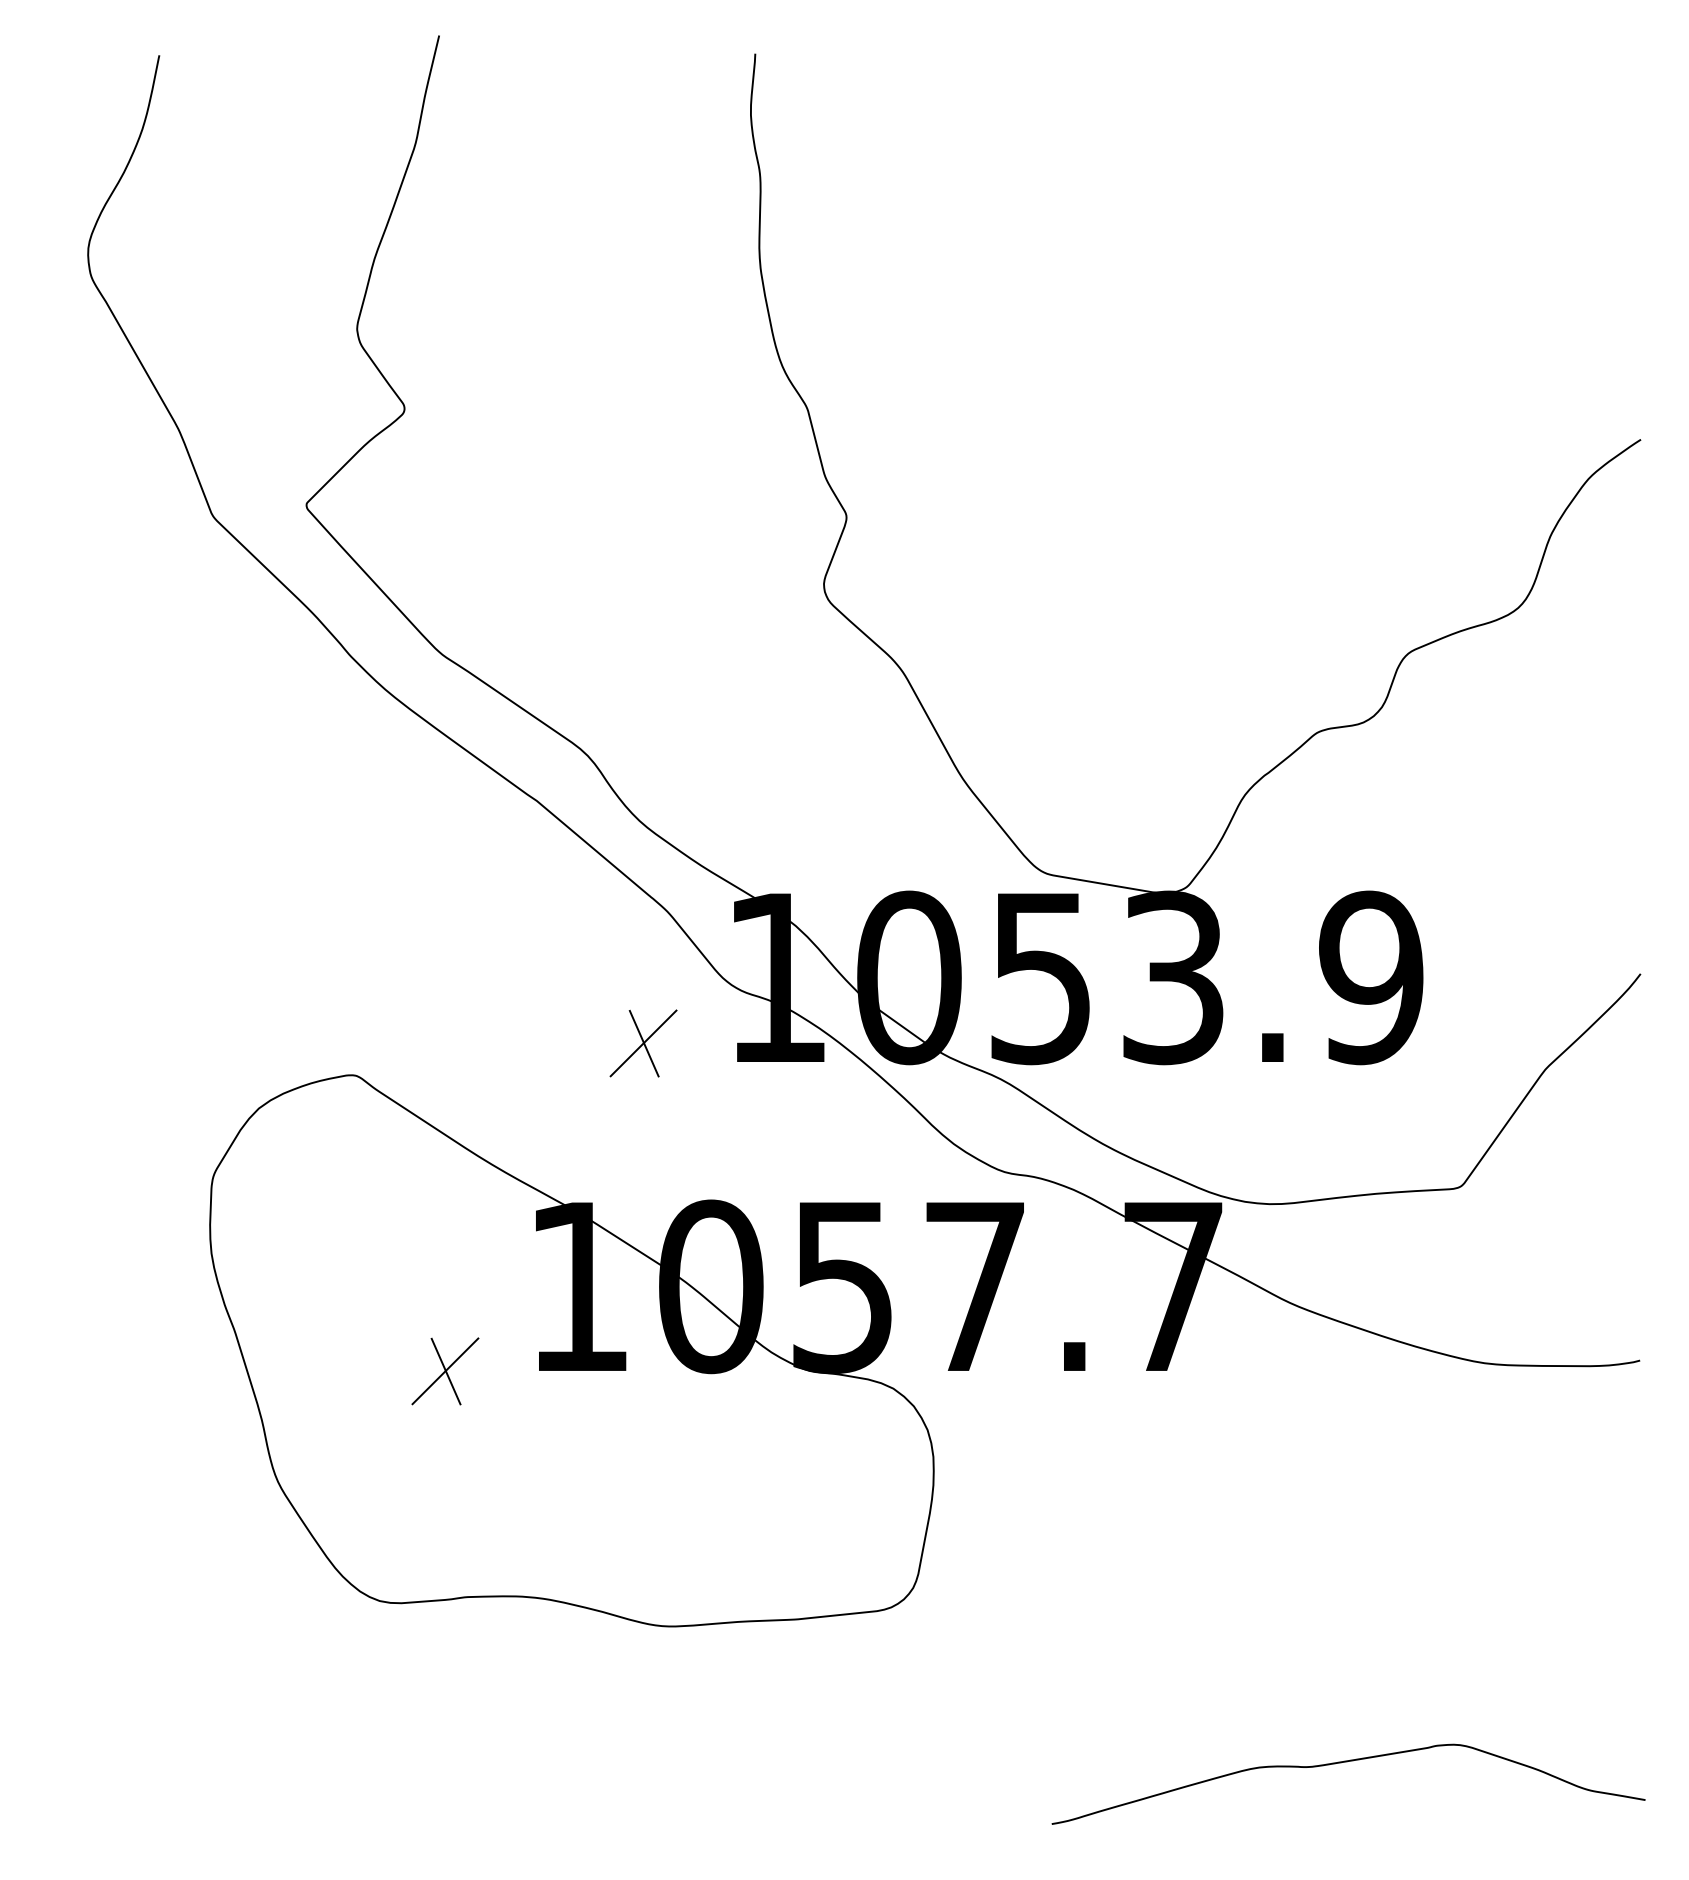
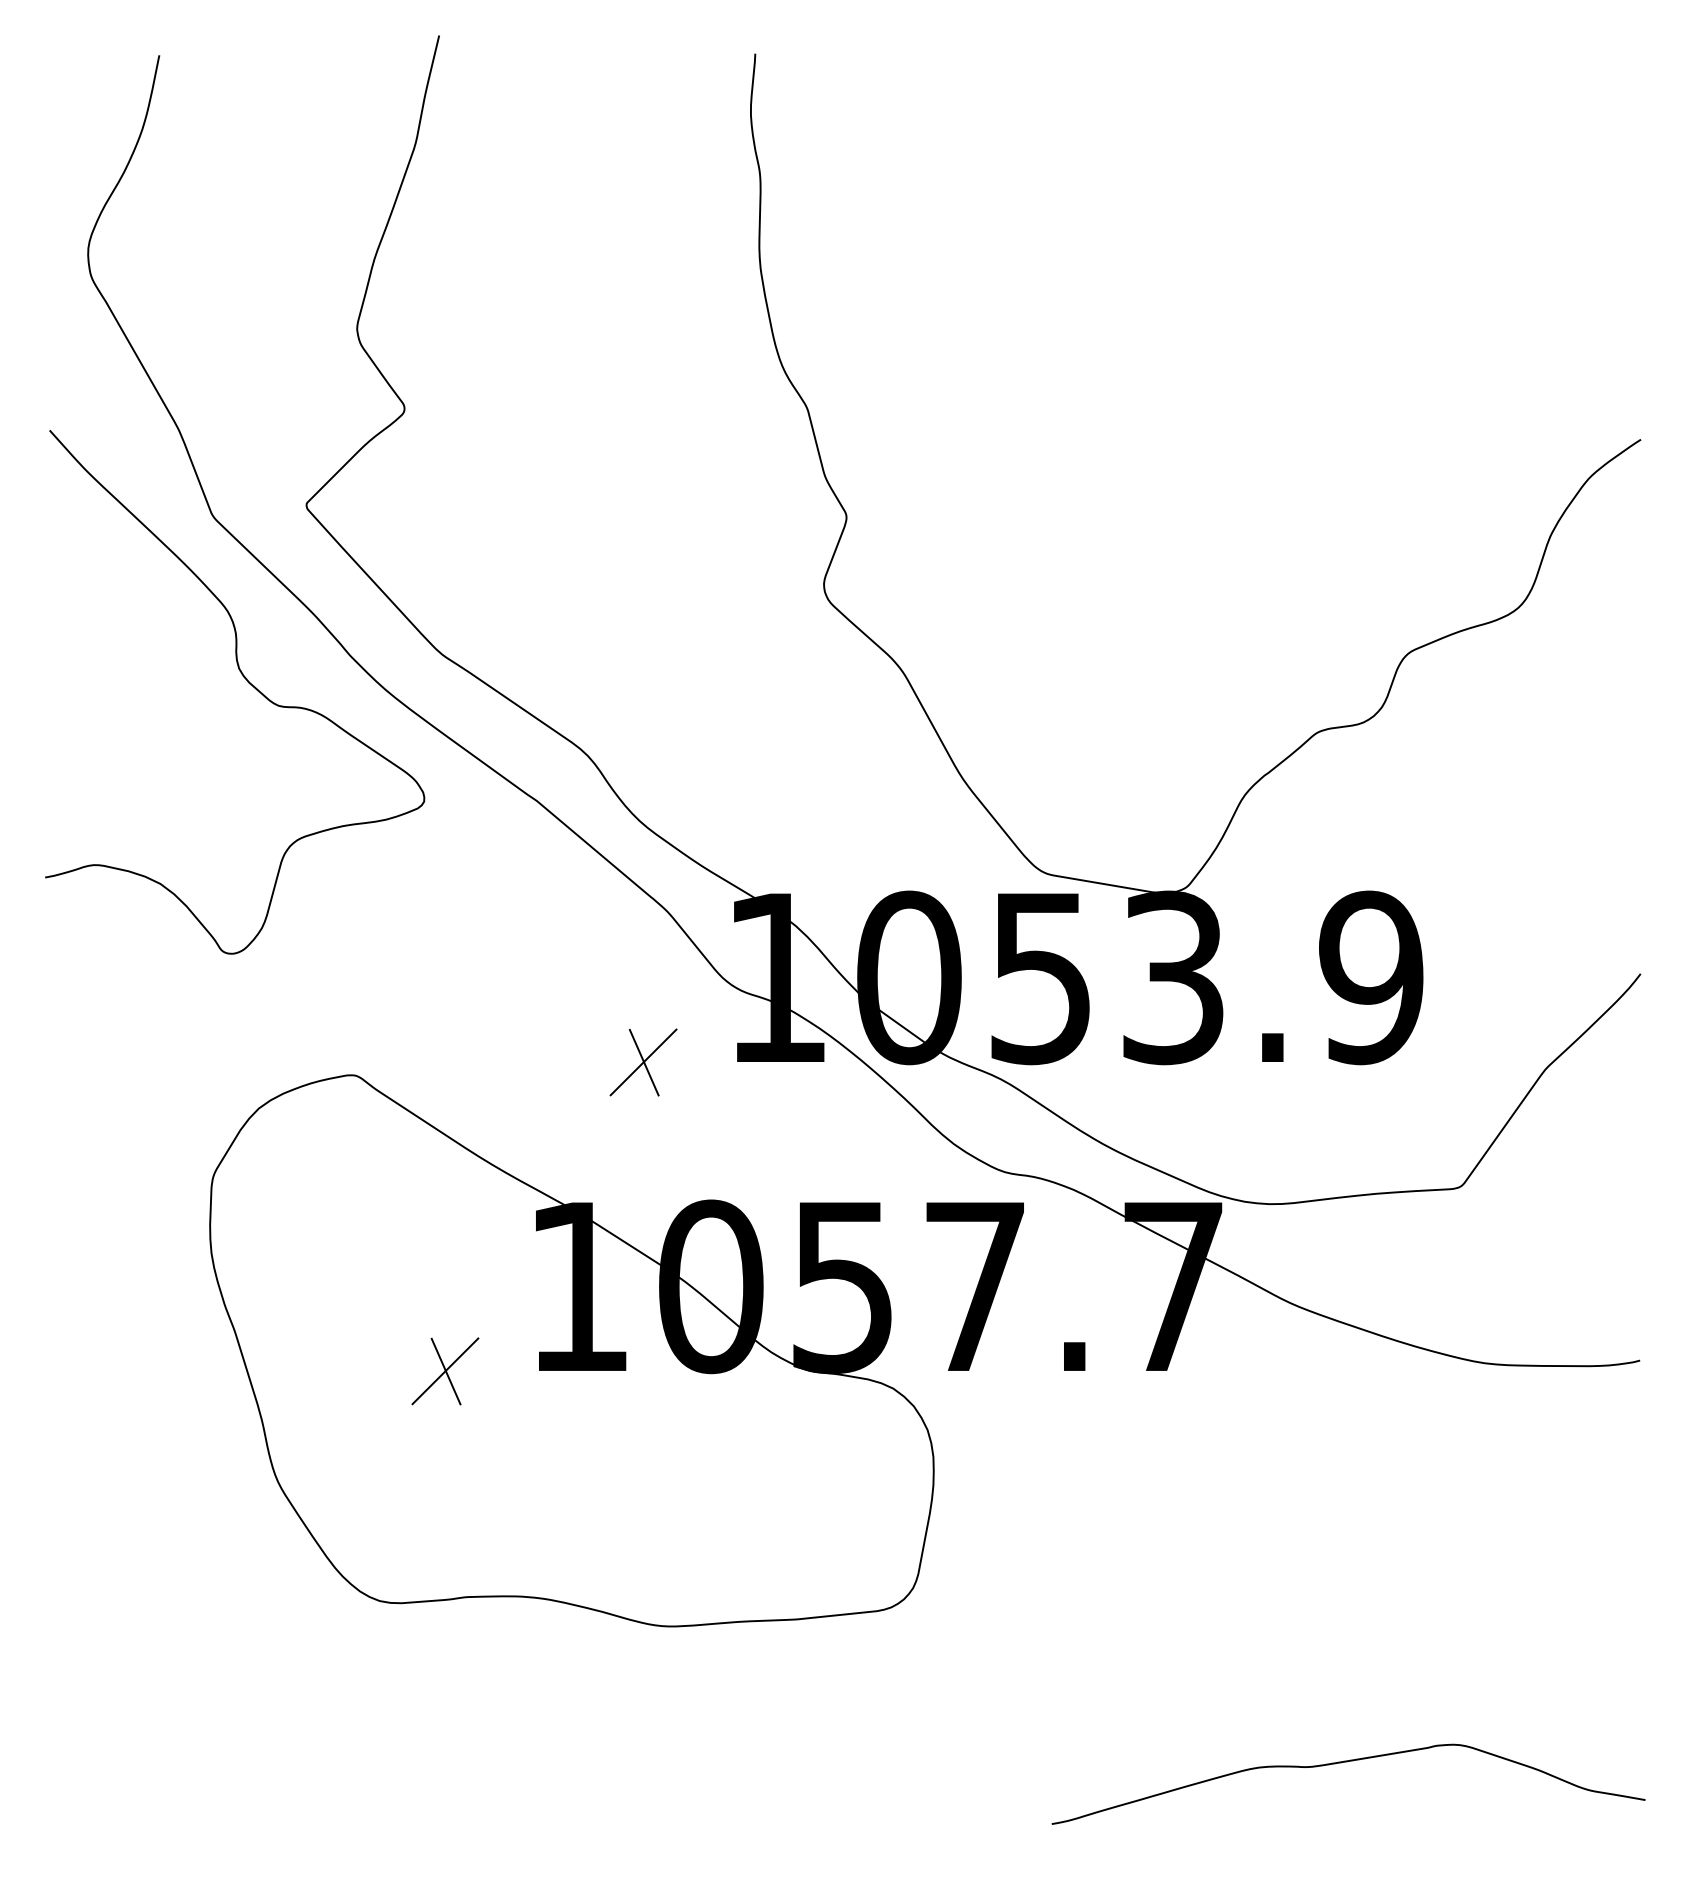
curve at (247, 682): none -> present
part at (643, 1043) position: (643, 1043) -> (643, 1062)
